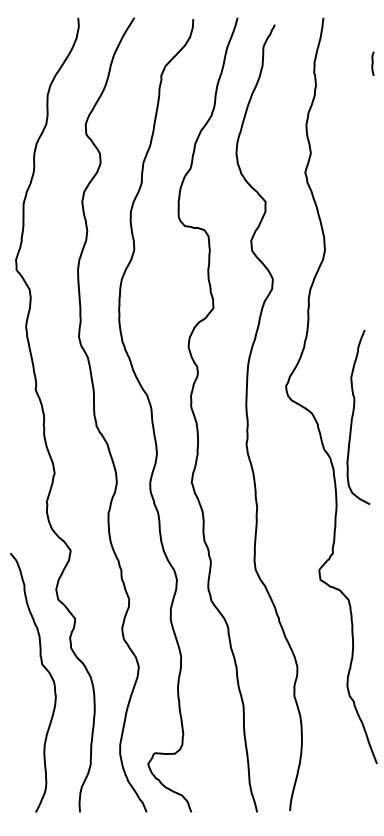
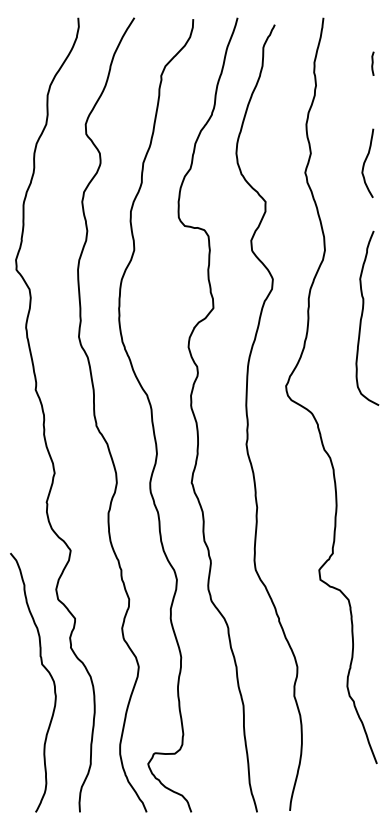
curve at (365, 163): none -> present
curve at (353, 416) position: (353, 416) -> (362, 317)
